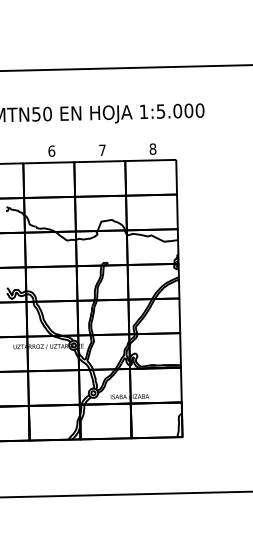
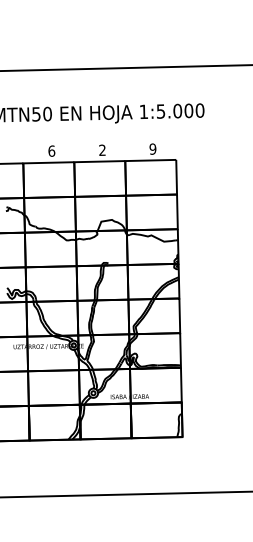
text at (152, 148): 8 -> 9
text at (102, 149): 7 -> 2
